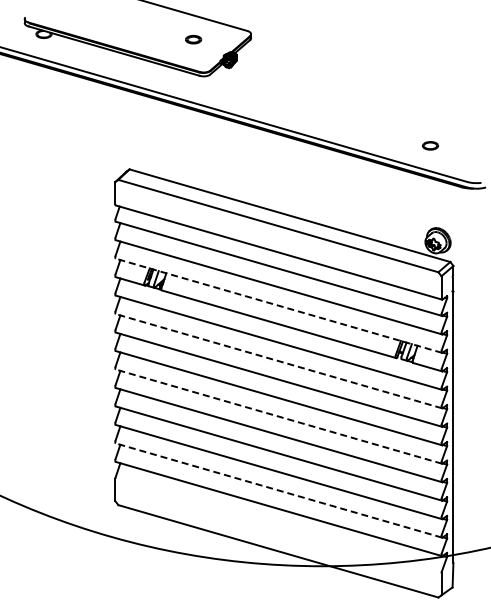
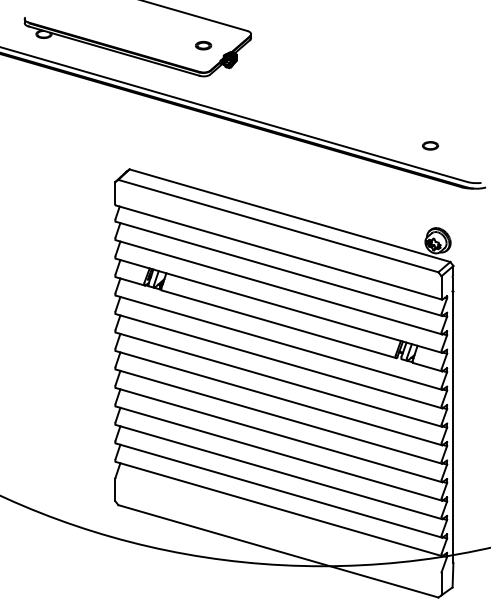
part at (193, 39) position: (193, 39) -> (203, 45)
line at (278, 305): dashed -> solid
line at (278, 361): dashed -> solid
line at (278, 416): dashed -> solid
line at (278, 490): dashed -> solid
